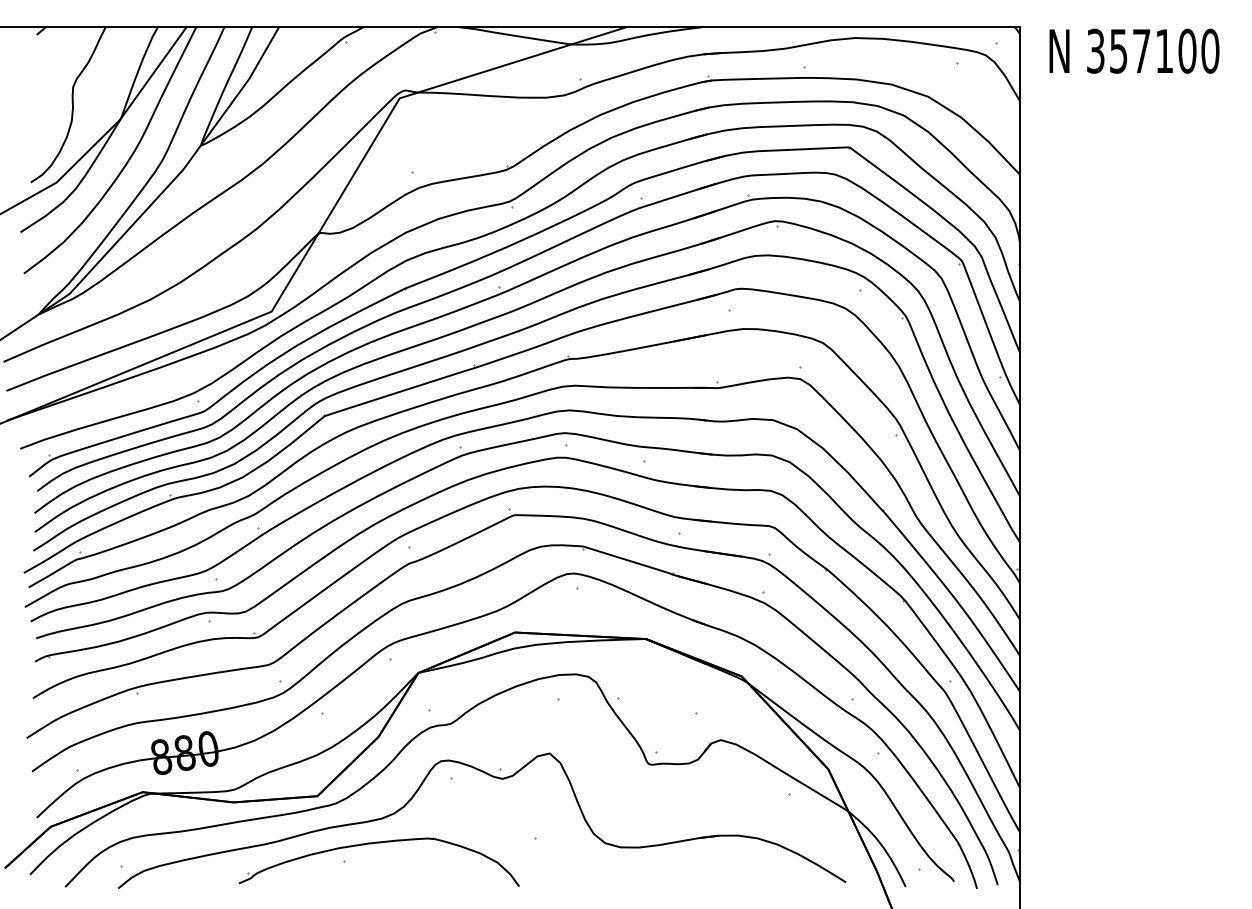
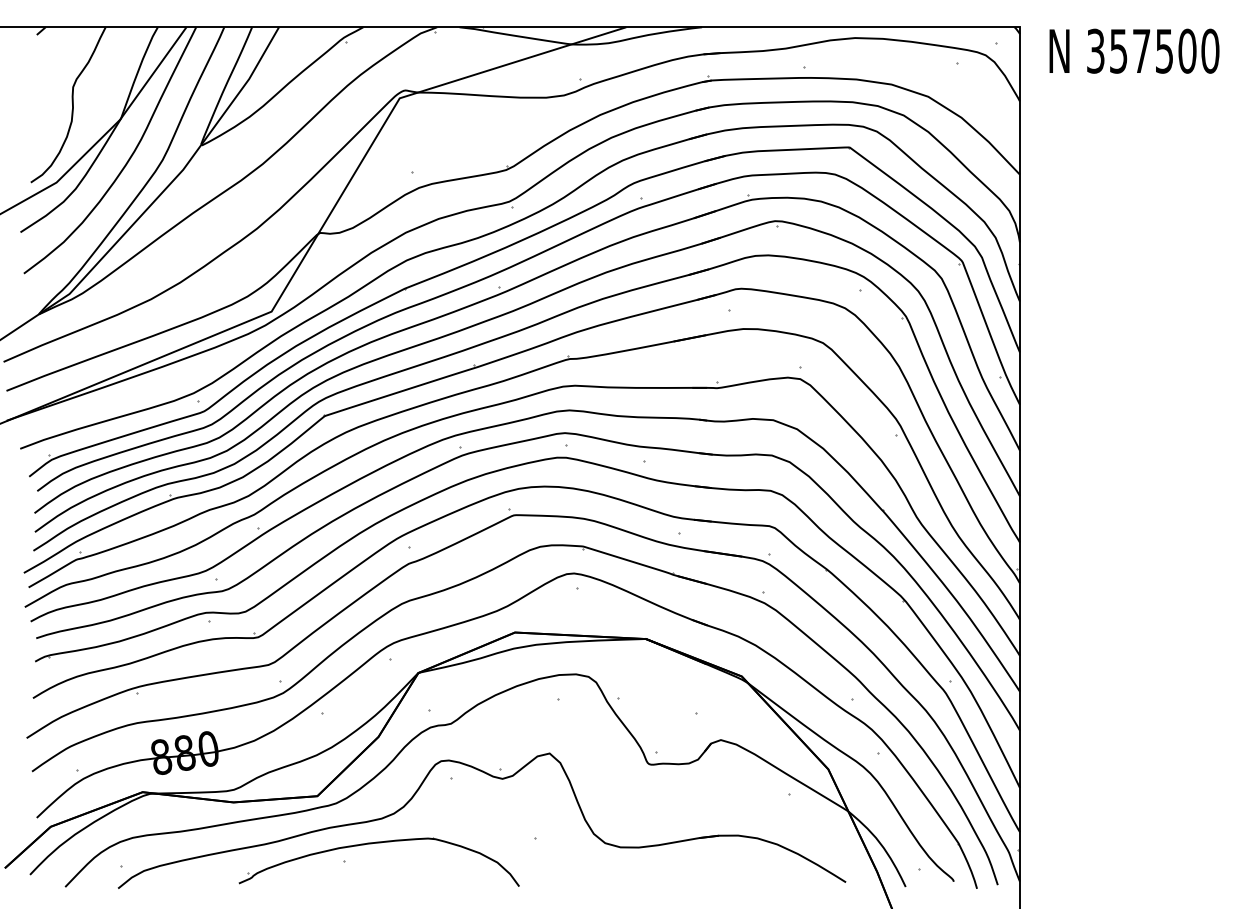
text at (1164, 51): 357100 -> 357500
